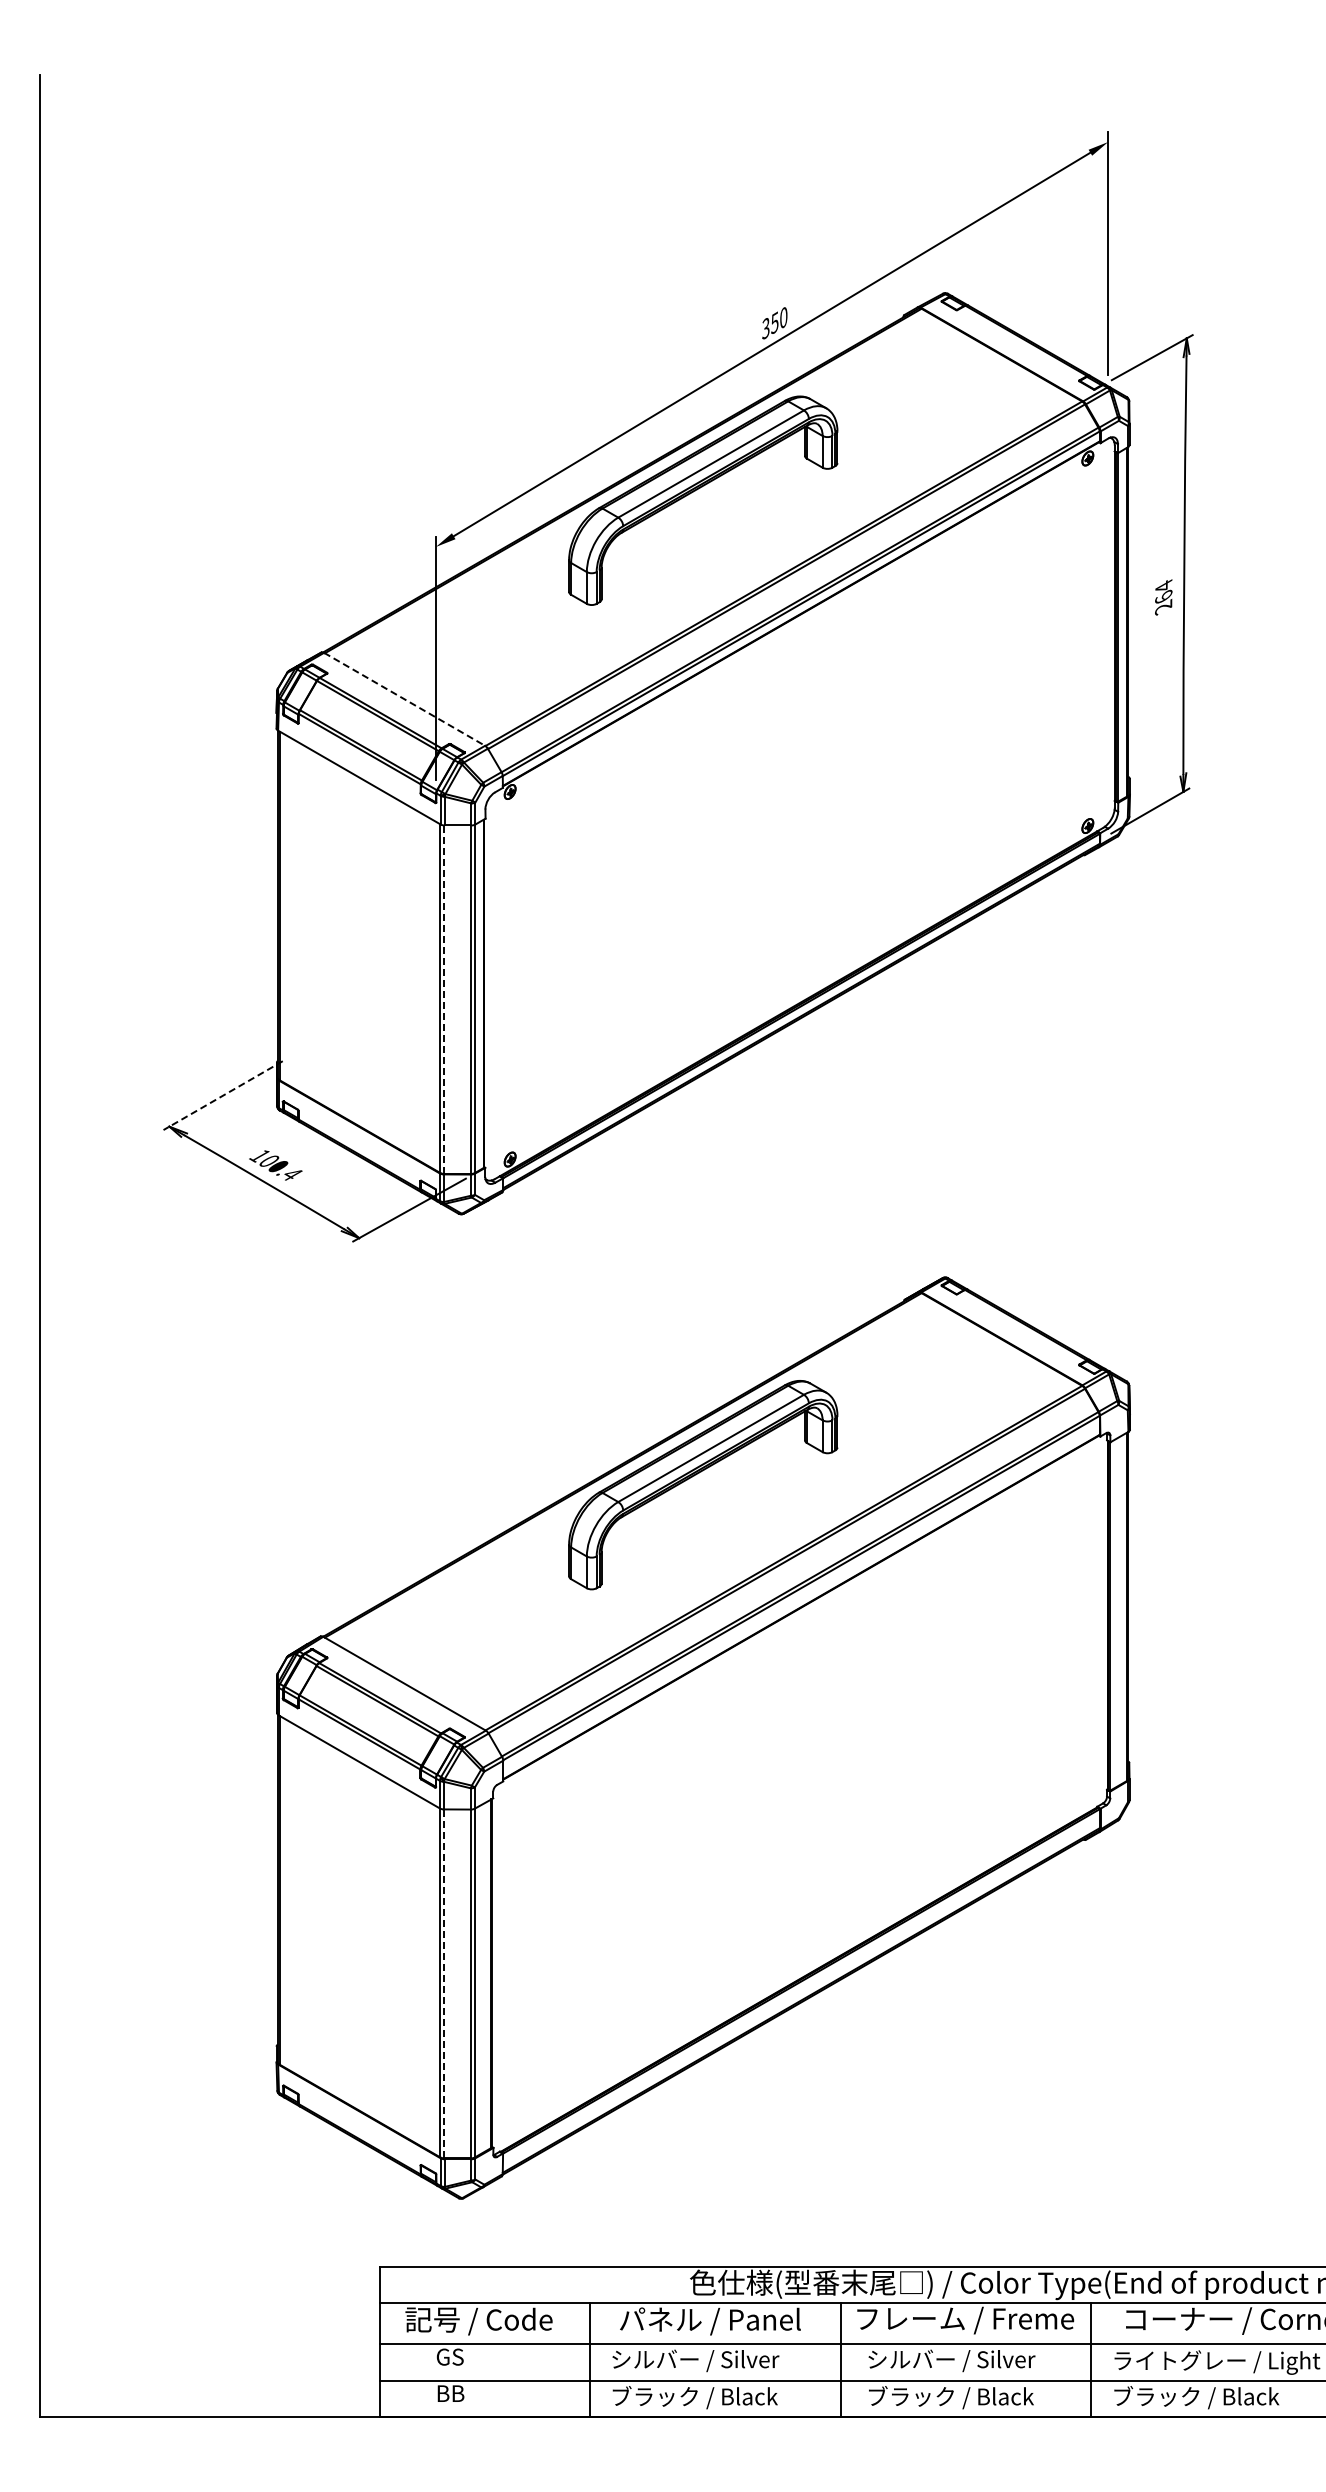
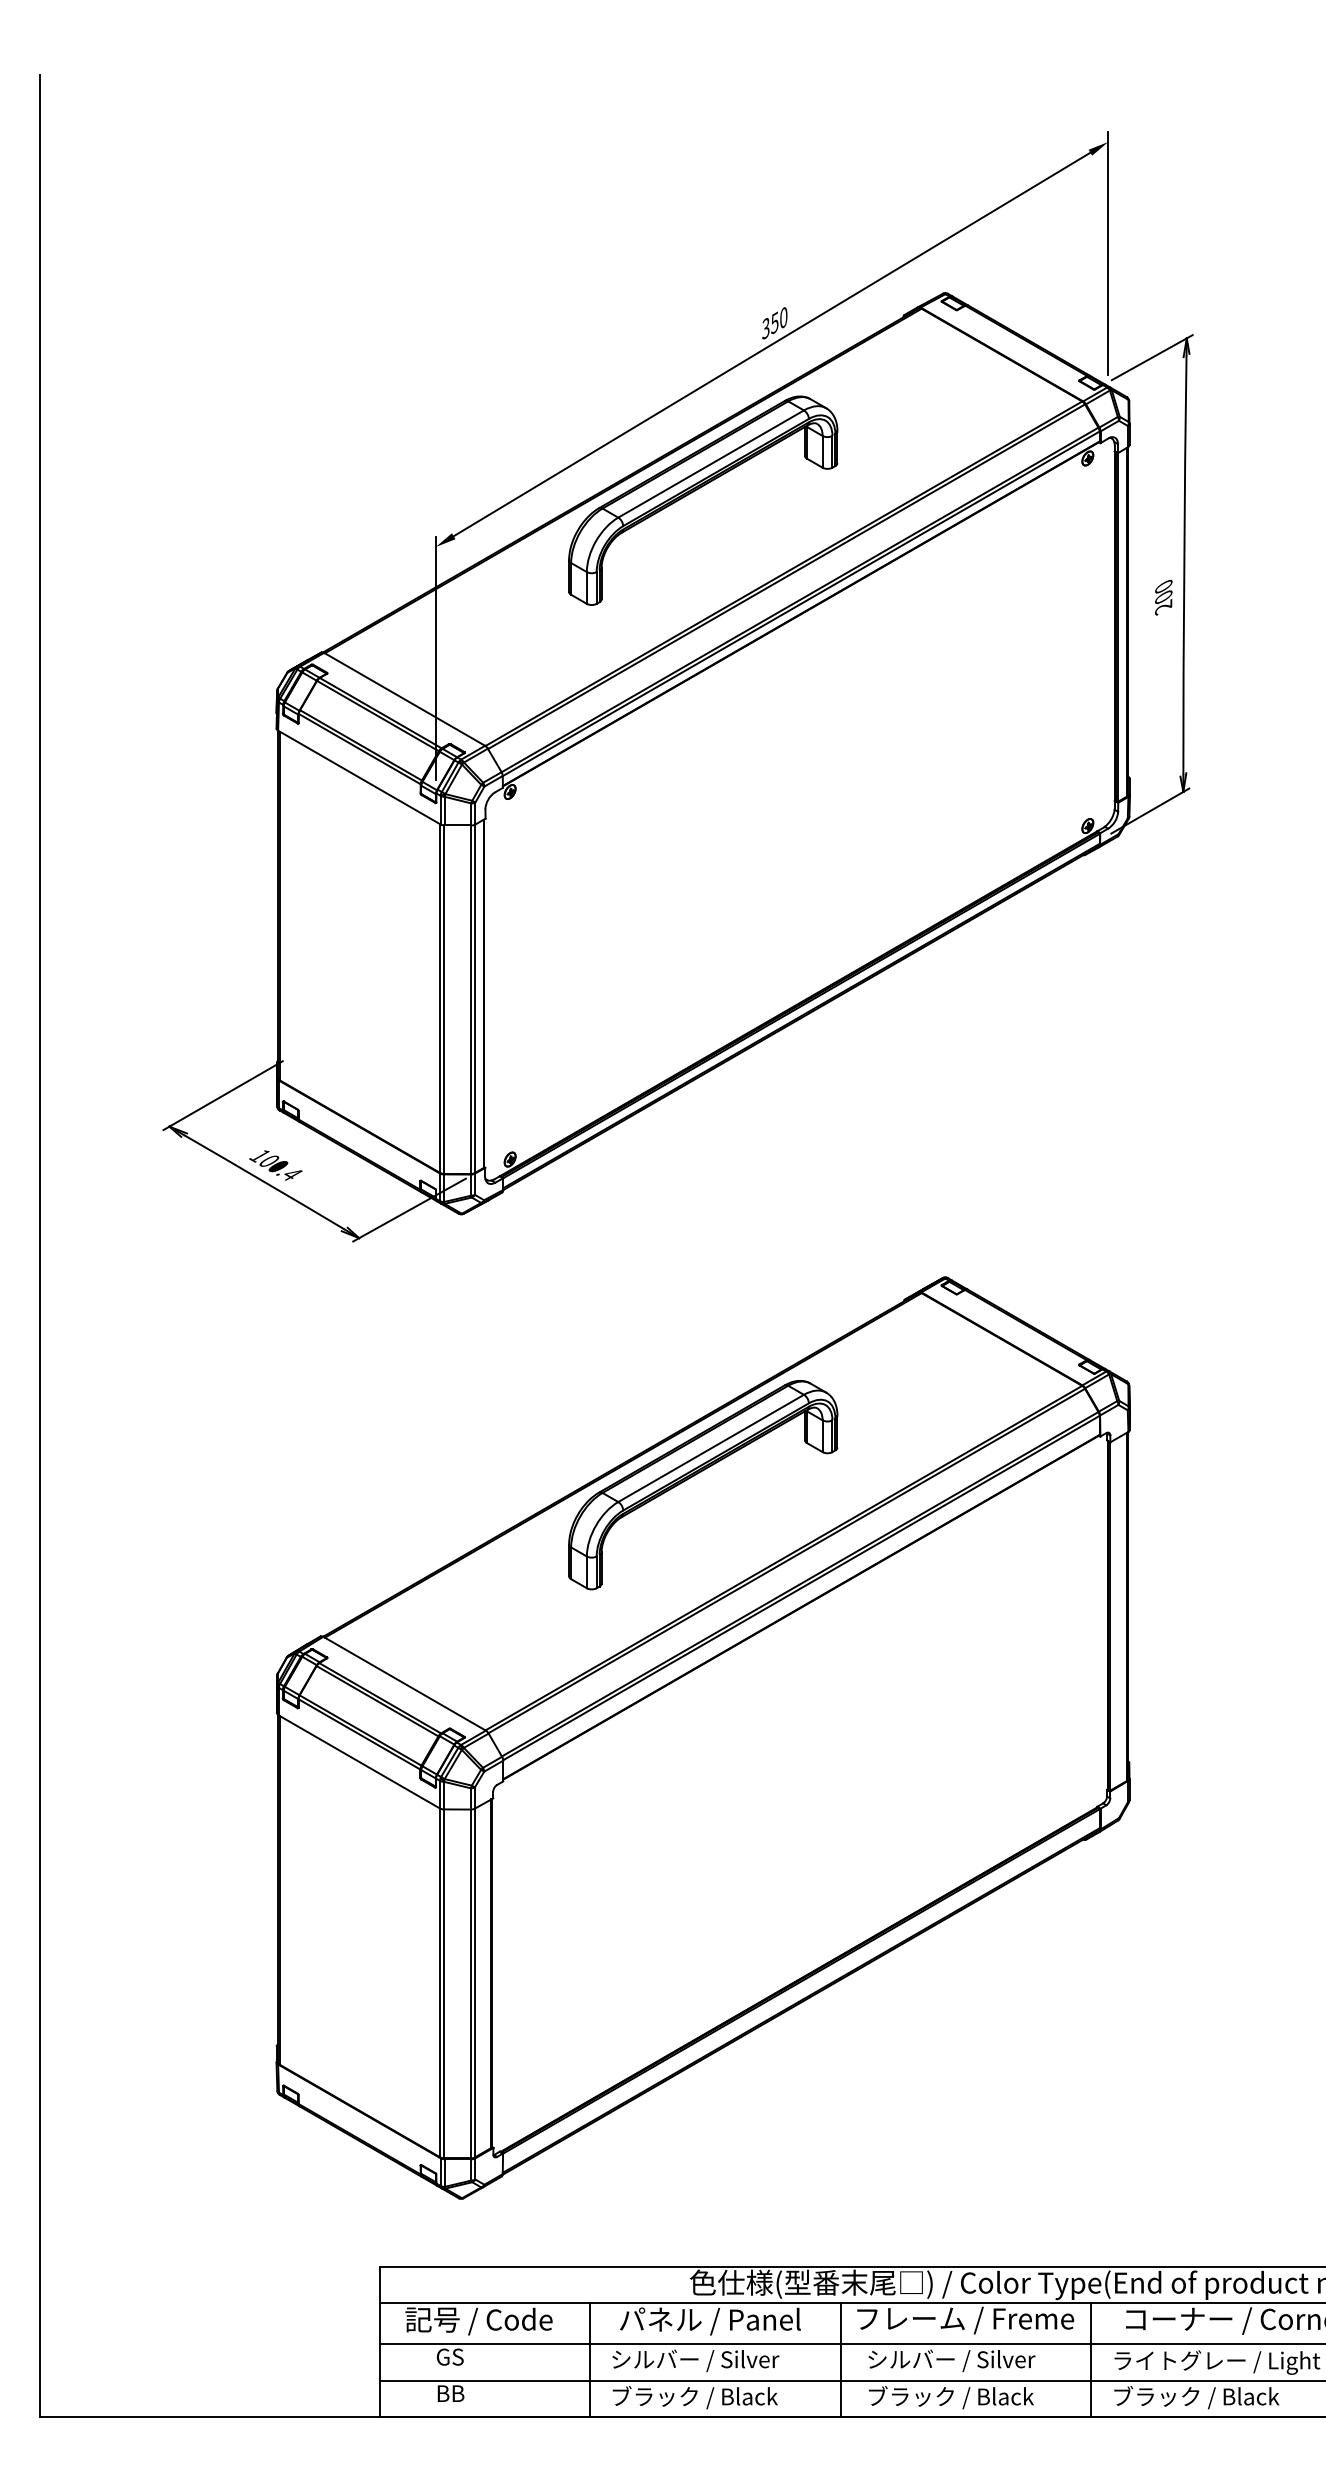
text at (1163, 591): 264 -> 200
line at (404, 699): dashed -> solid
line at (444, 999): dashed -> solid
line at (223, 1095): dashed -> solid
line at (444, 1983): dashed -> solid
